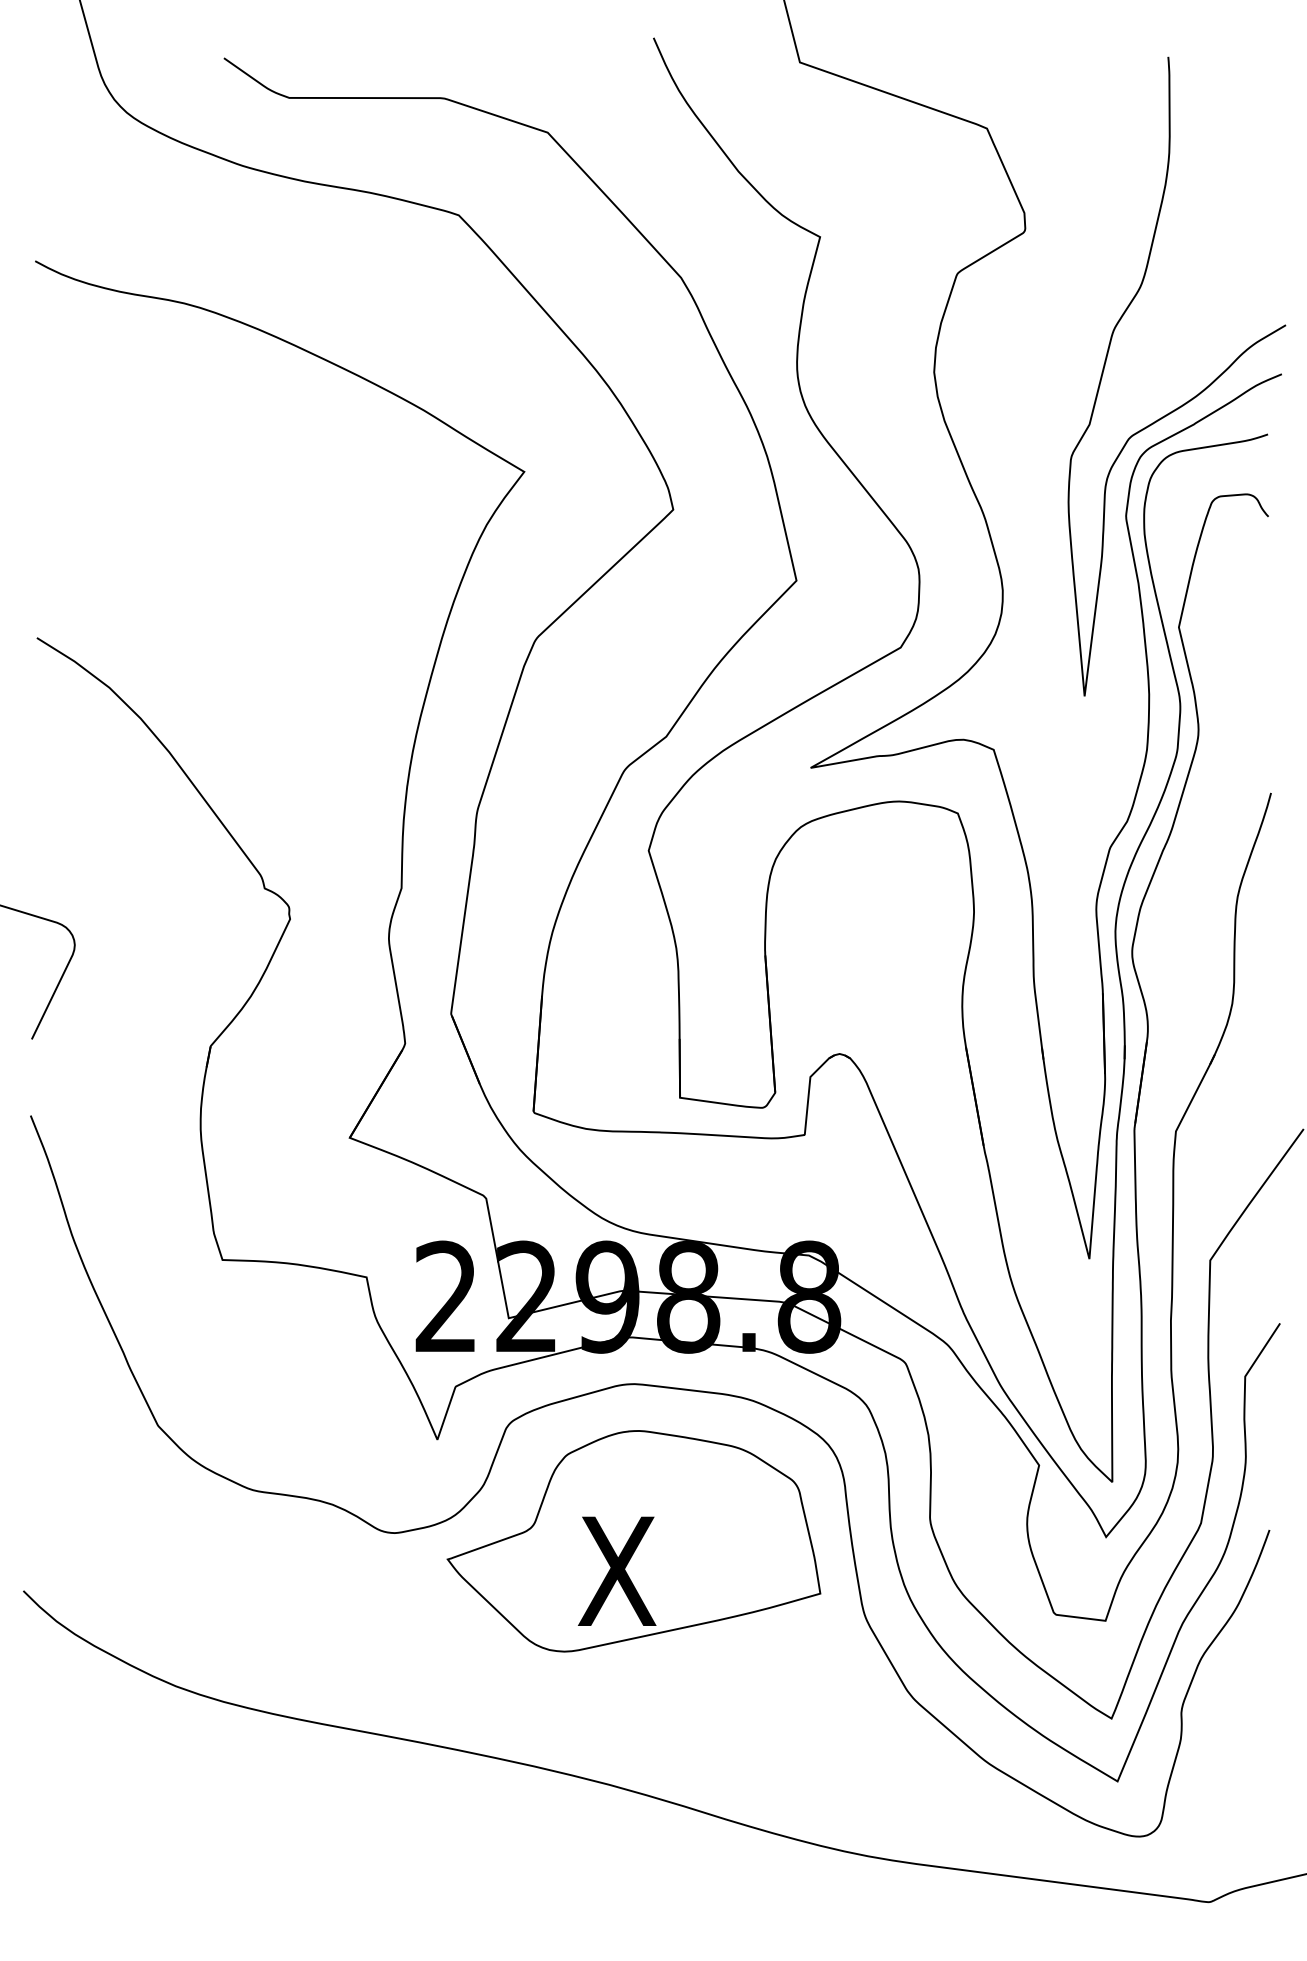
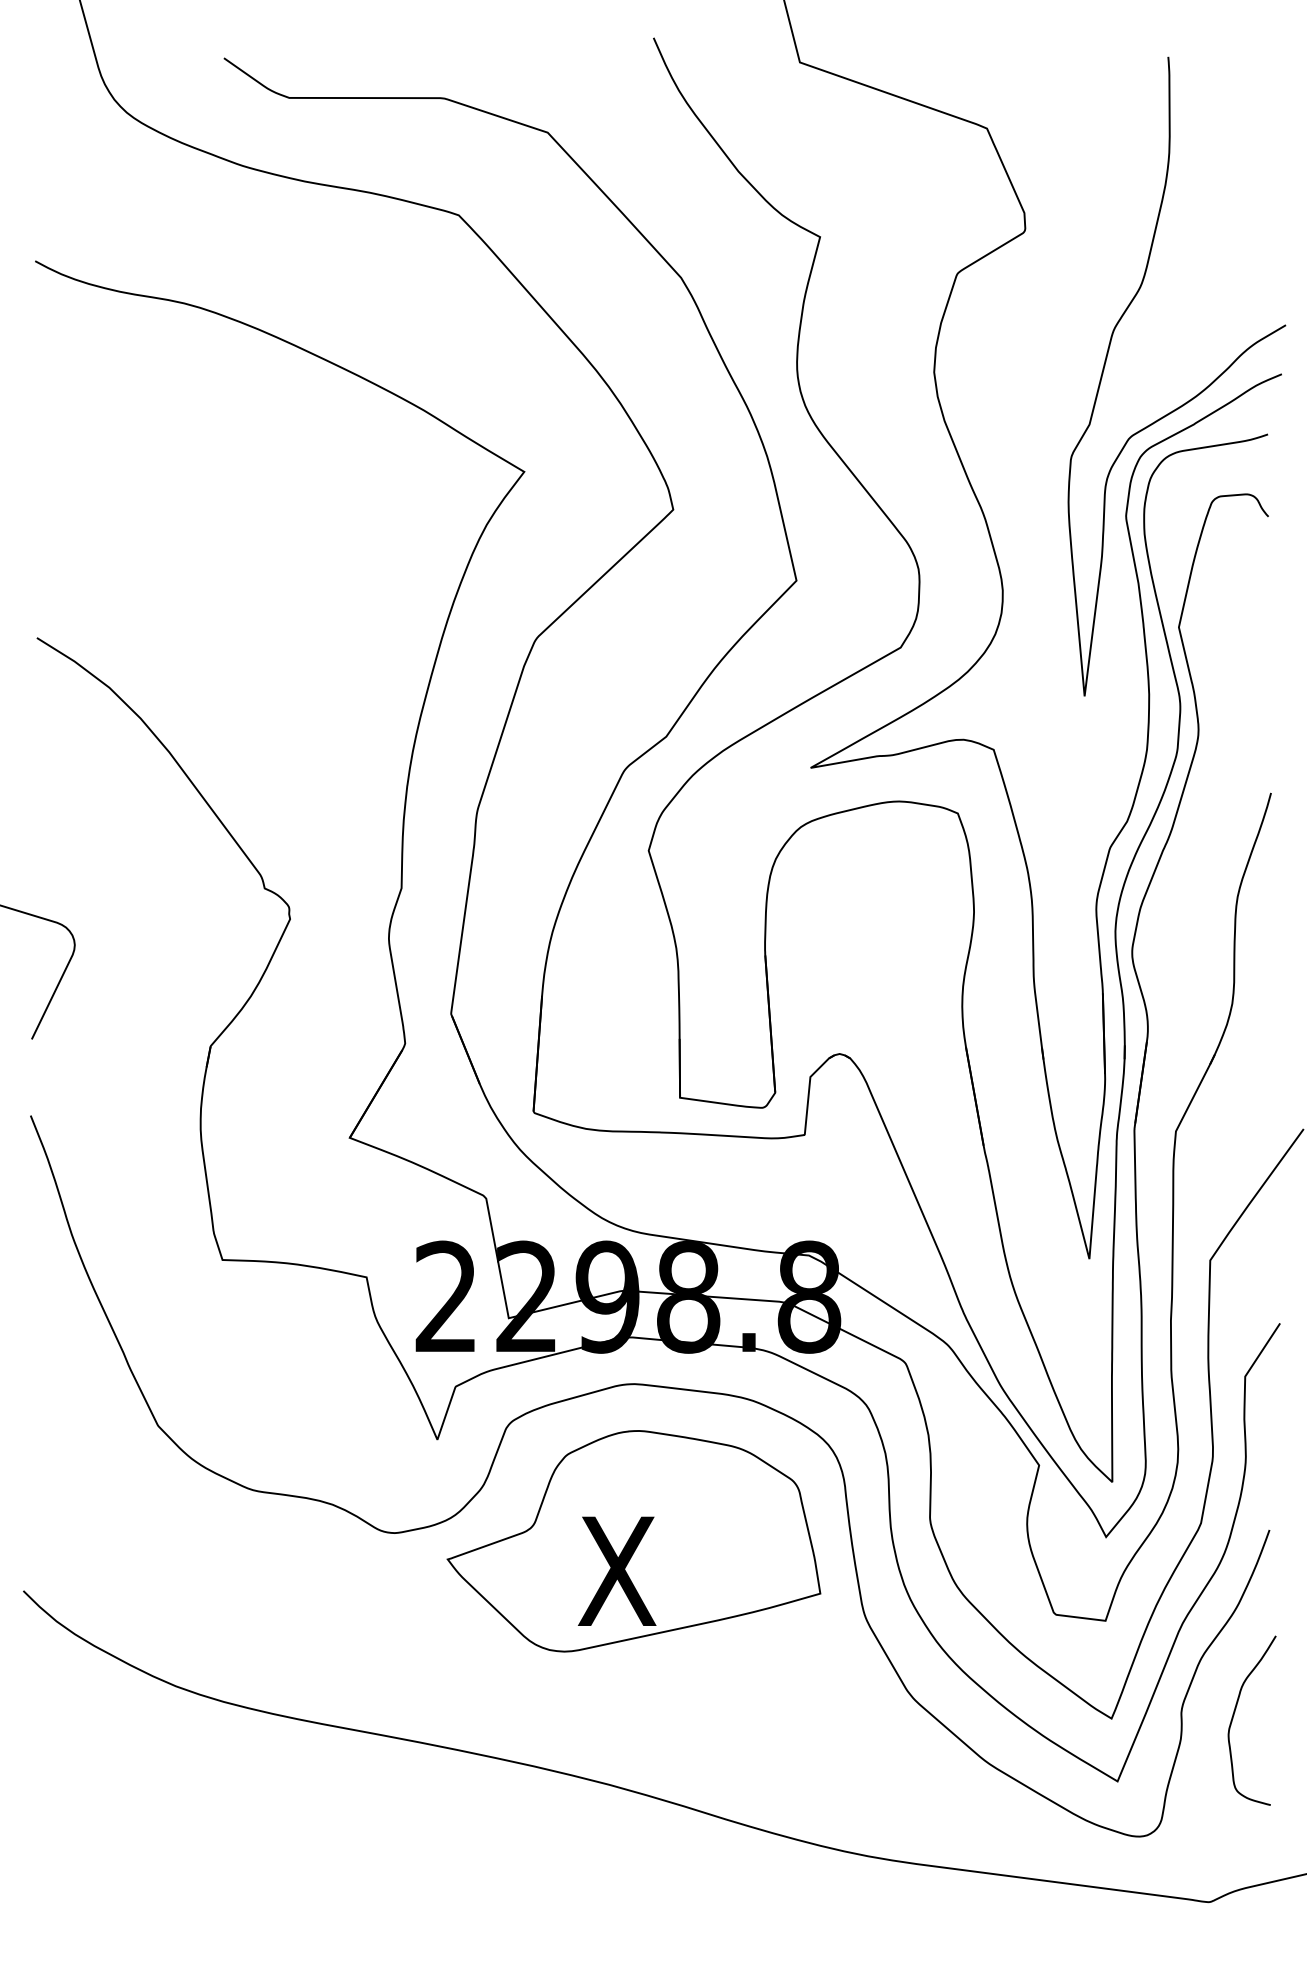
curve at (1234, 1715): none -> present
